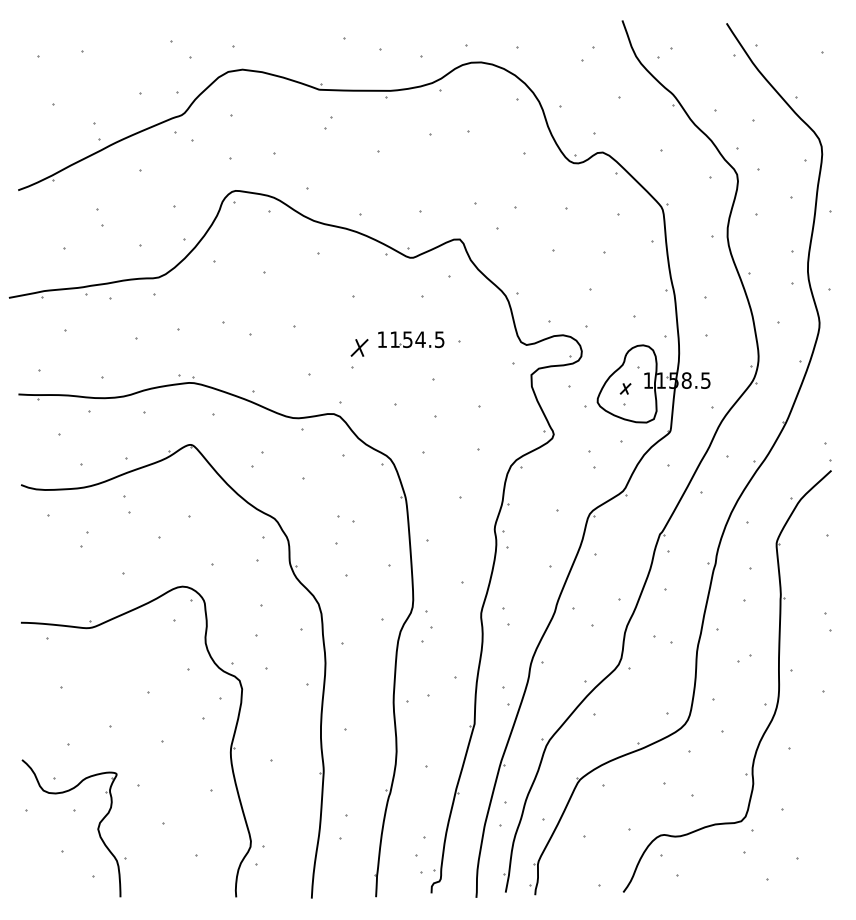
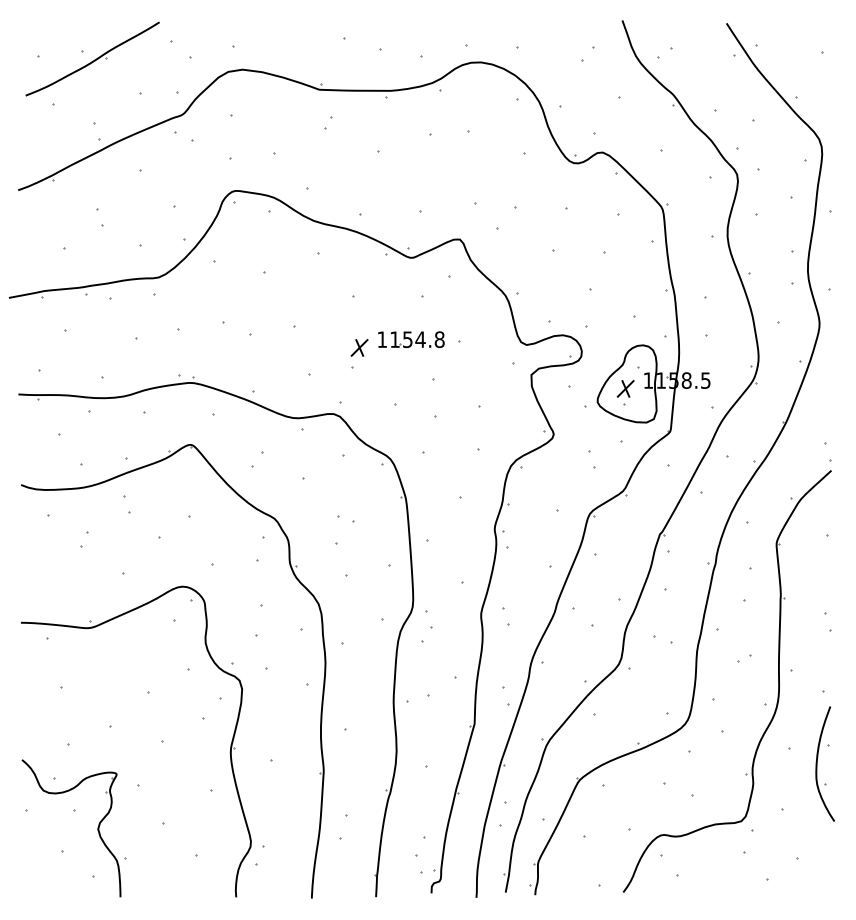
part at (92, 58): none -> present
text at (439, 339): 1154.5 -> 1154.8
part at (625, 388) size: 13x12 px -> 19x18 px
part at (817, 763): none -> present
